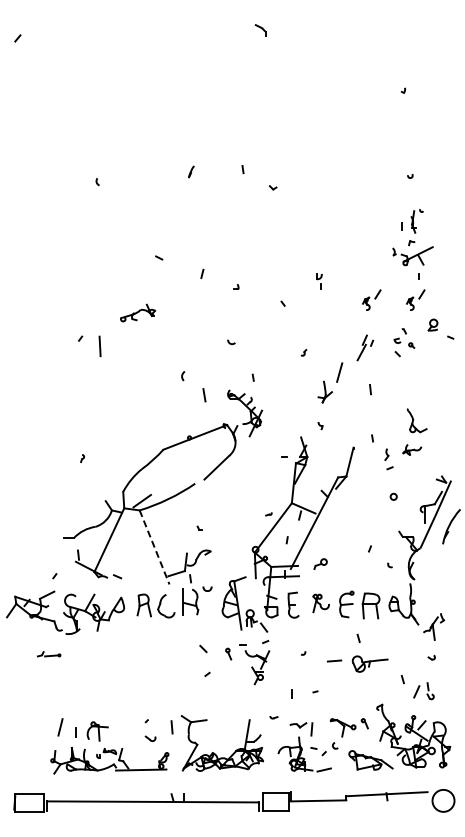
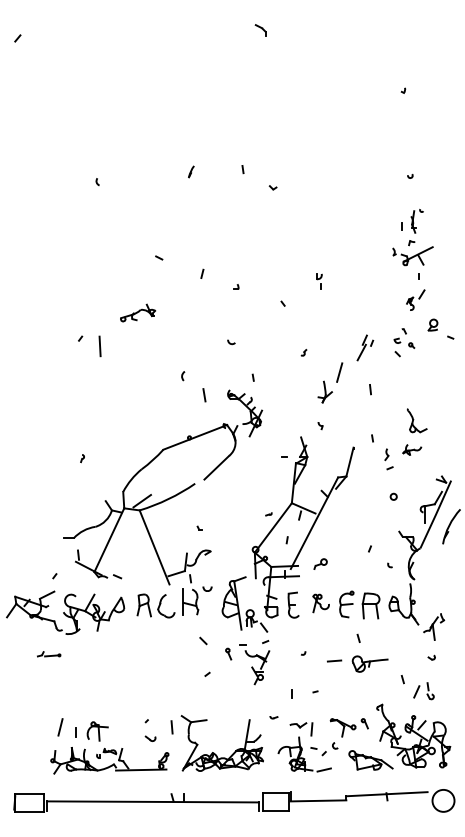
part at (371, 299): present -> none
line at (154, 547): dashed -> solid
line at (203, 648) position: (203, 648) -> (203, 640)
